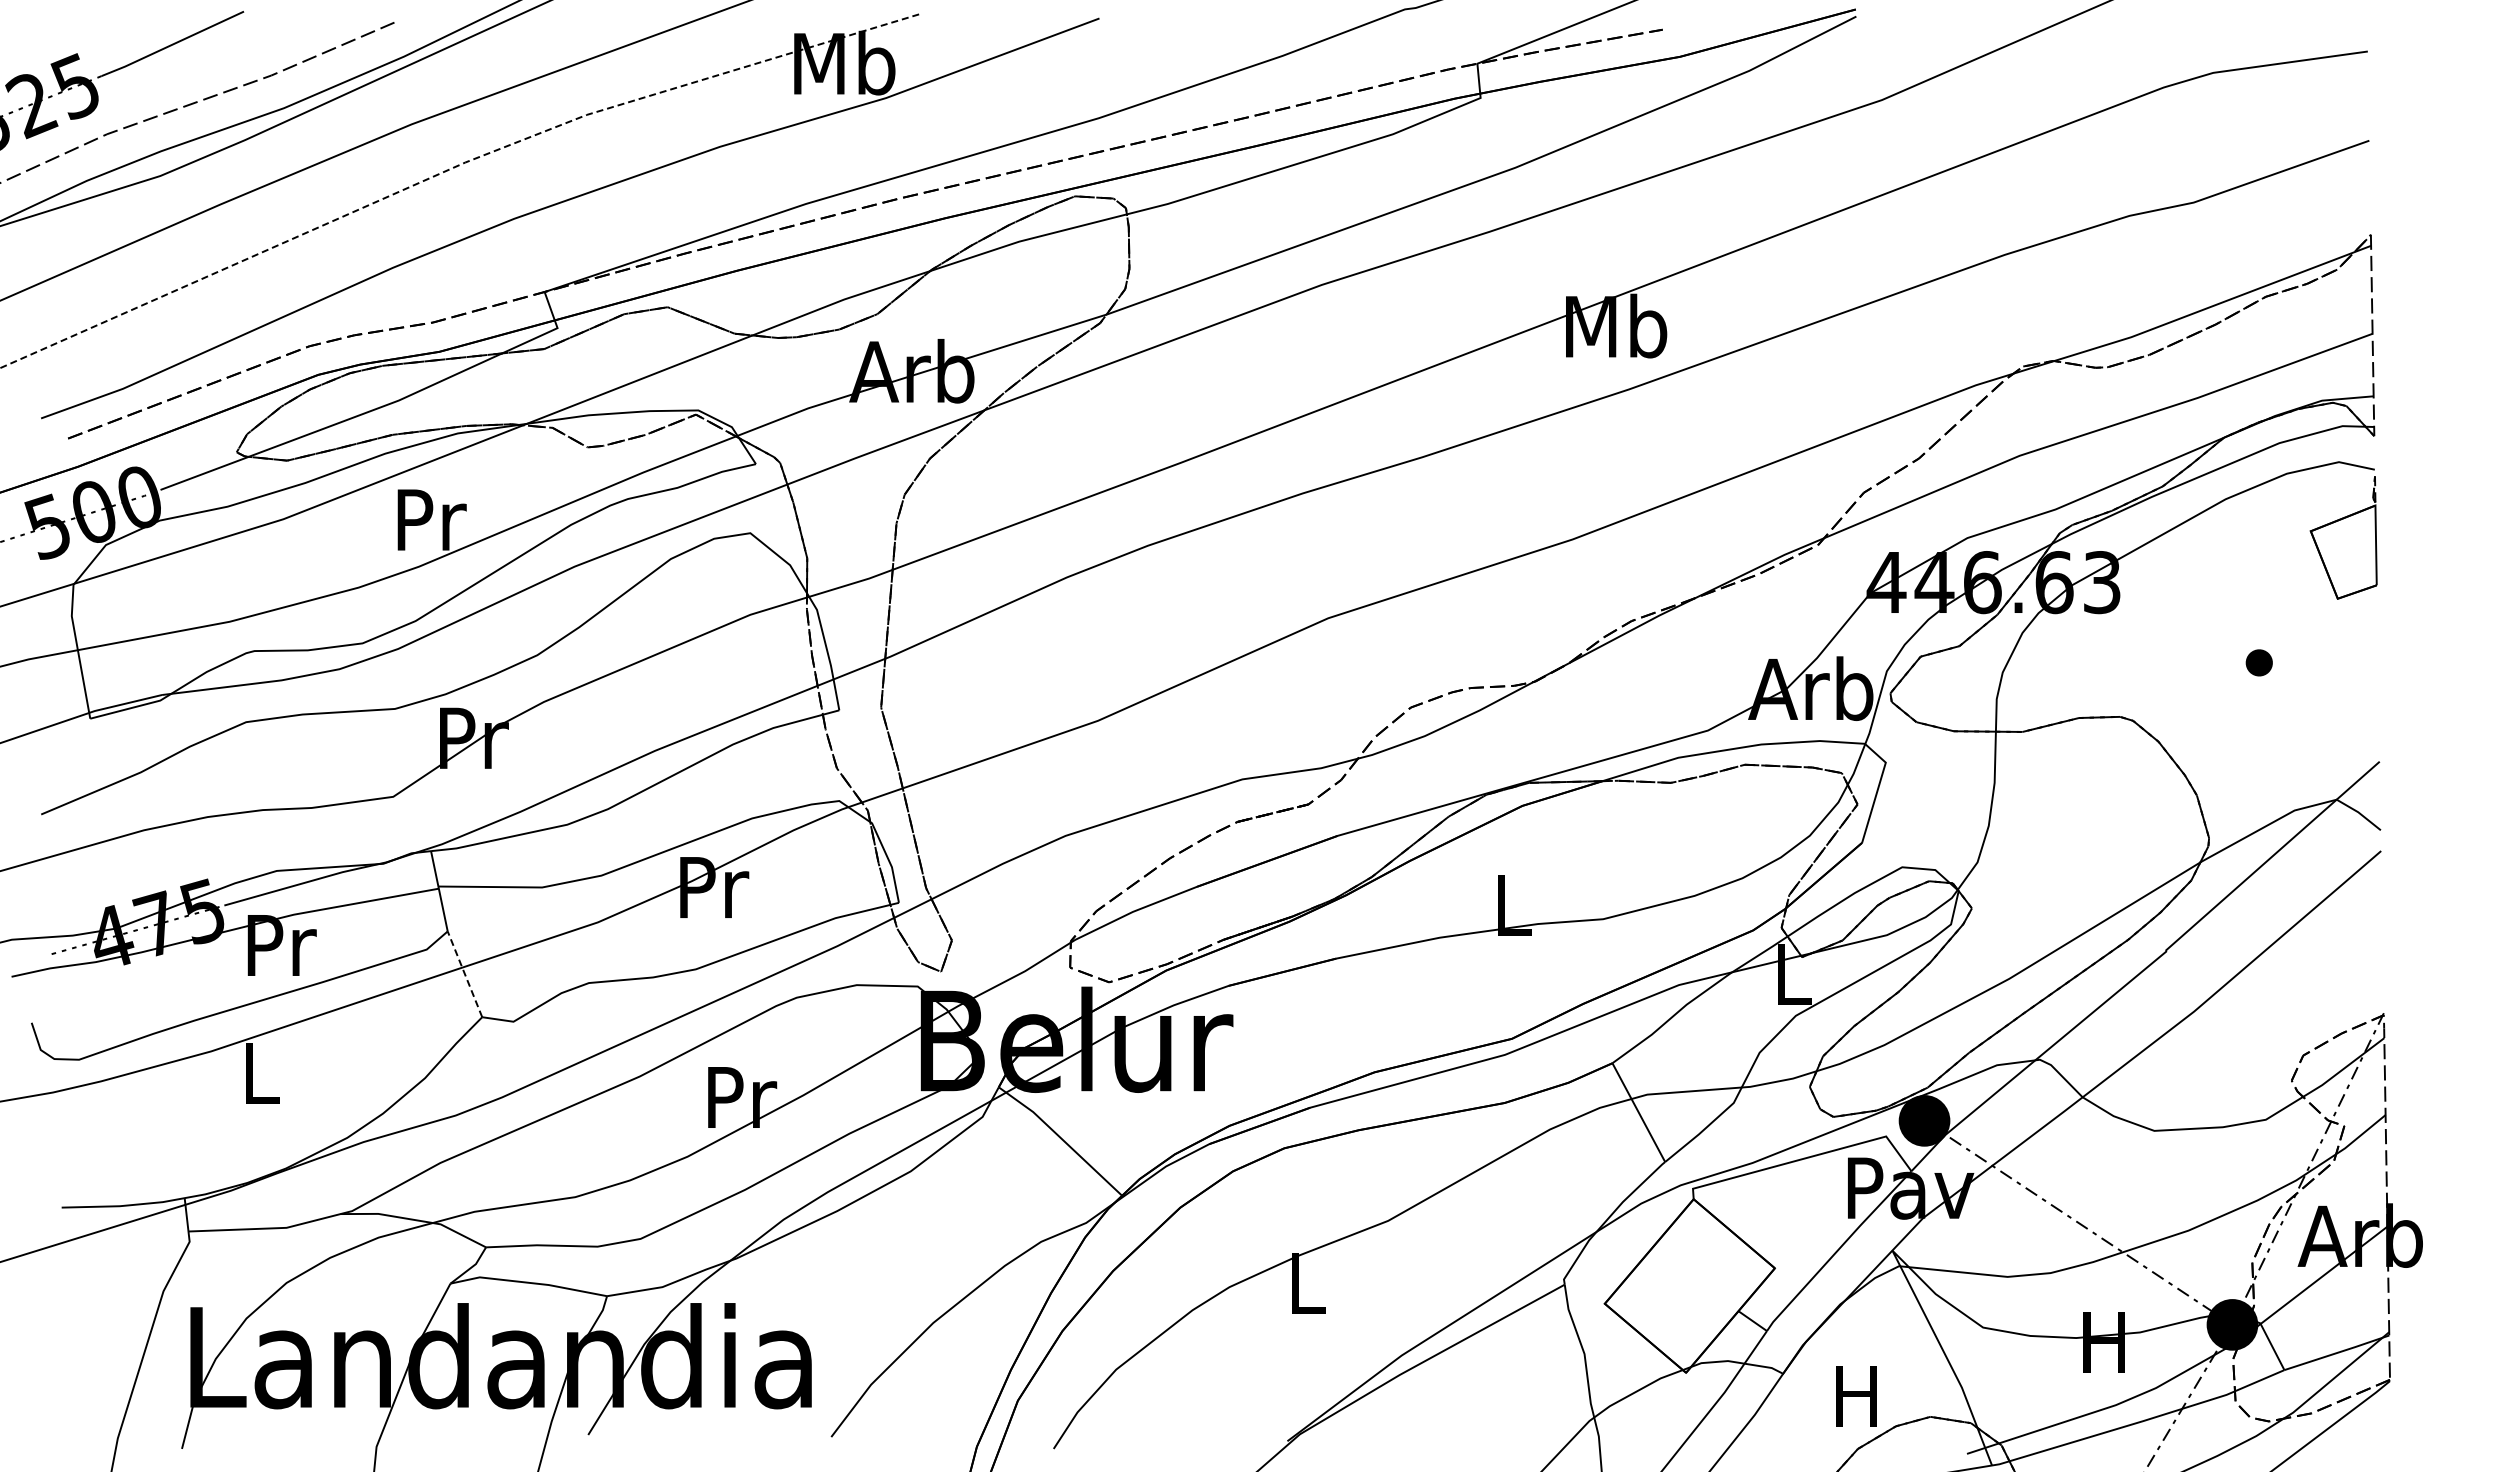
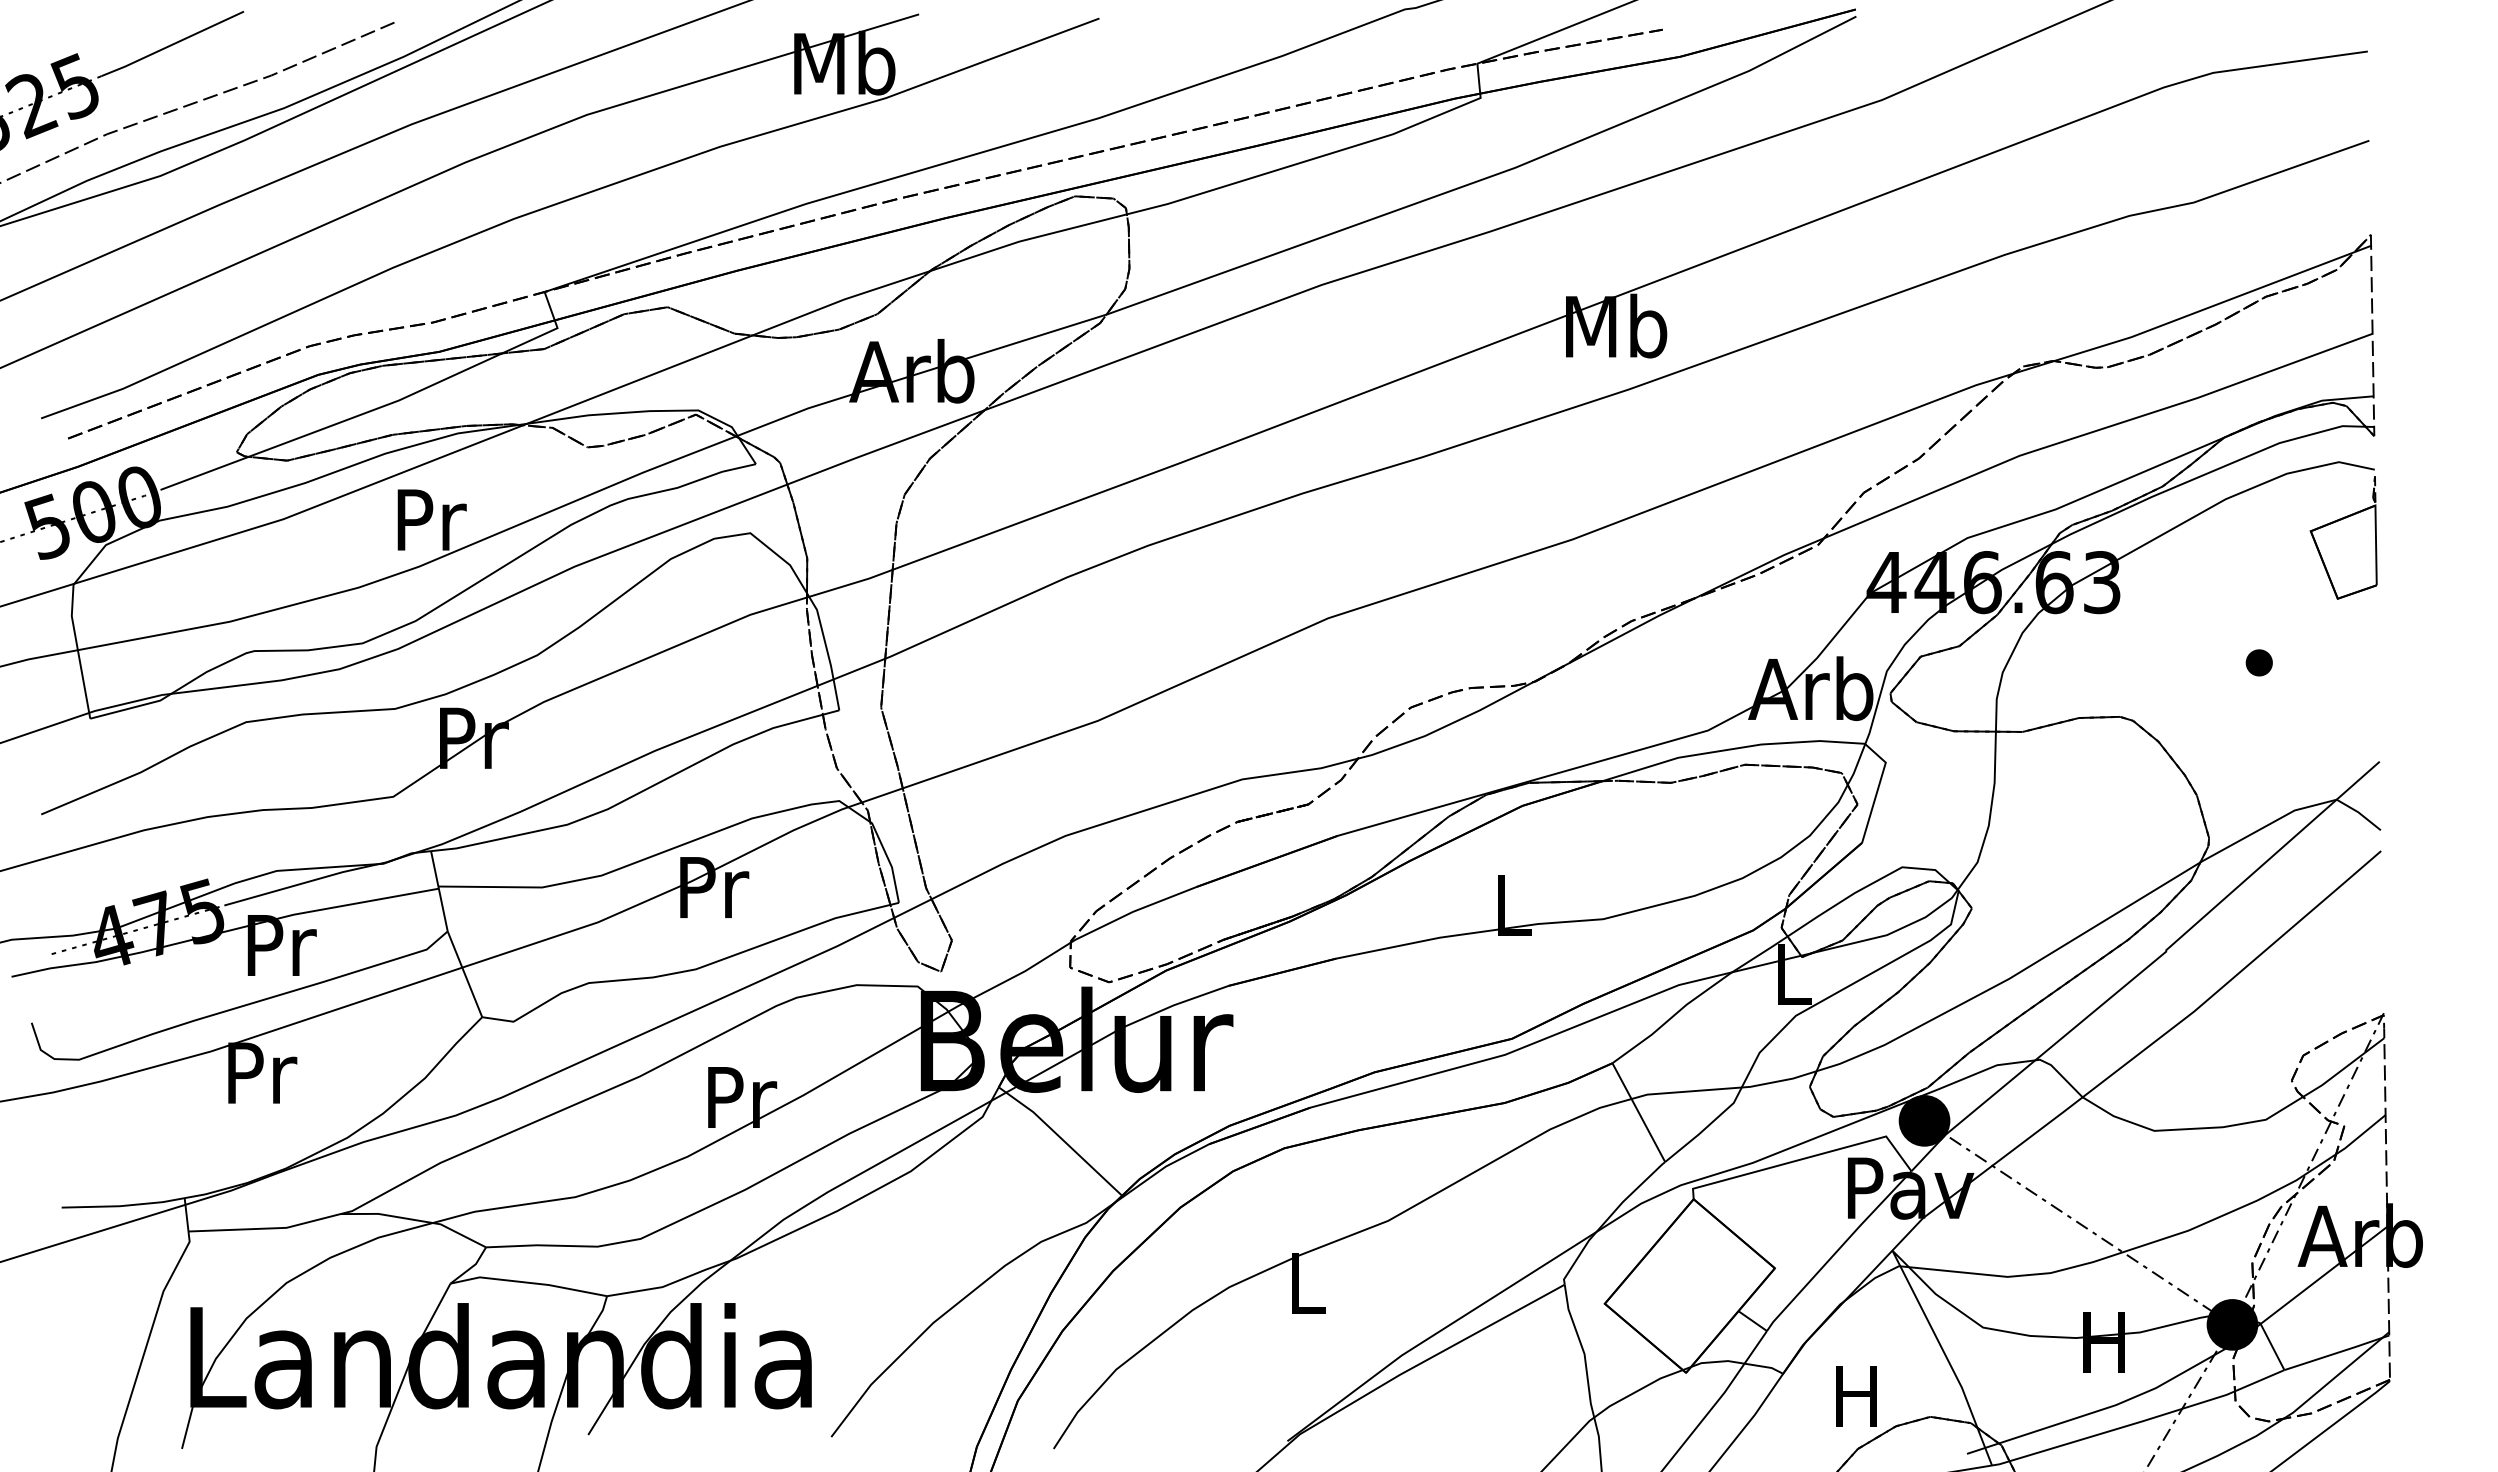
line at (452, 168): dashed -> solid
line at (464, 973): dashed -> solid
text at (262, 1072): L -> Pr
